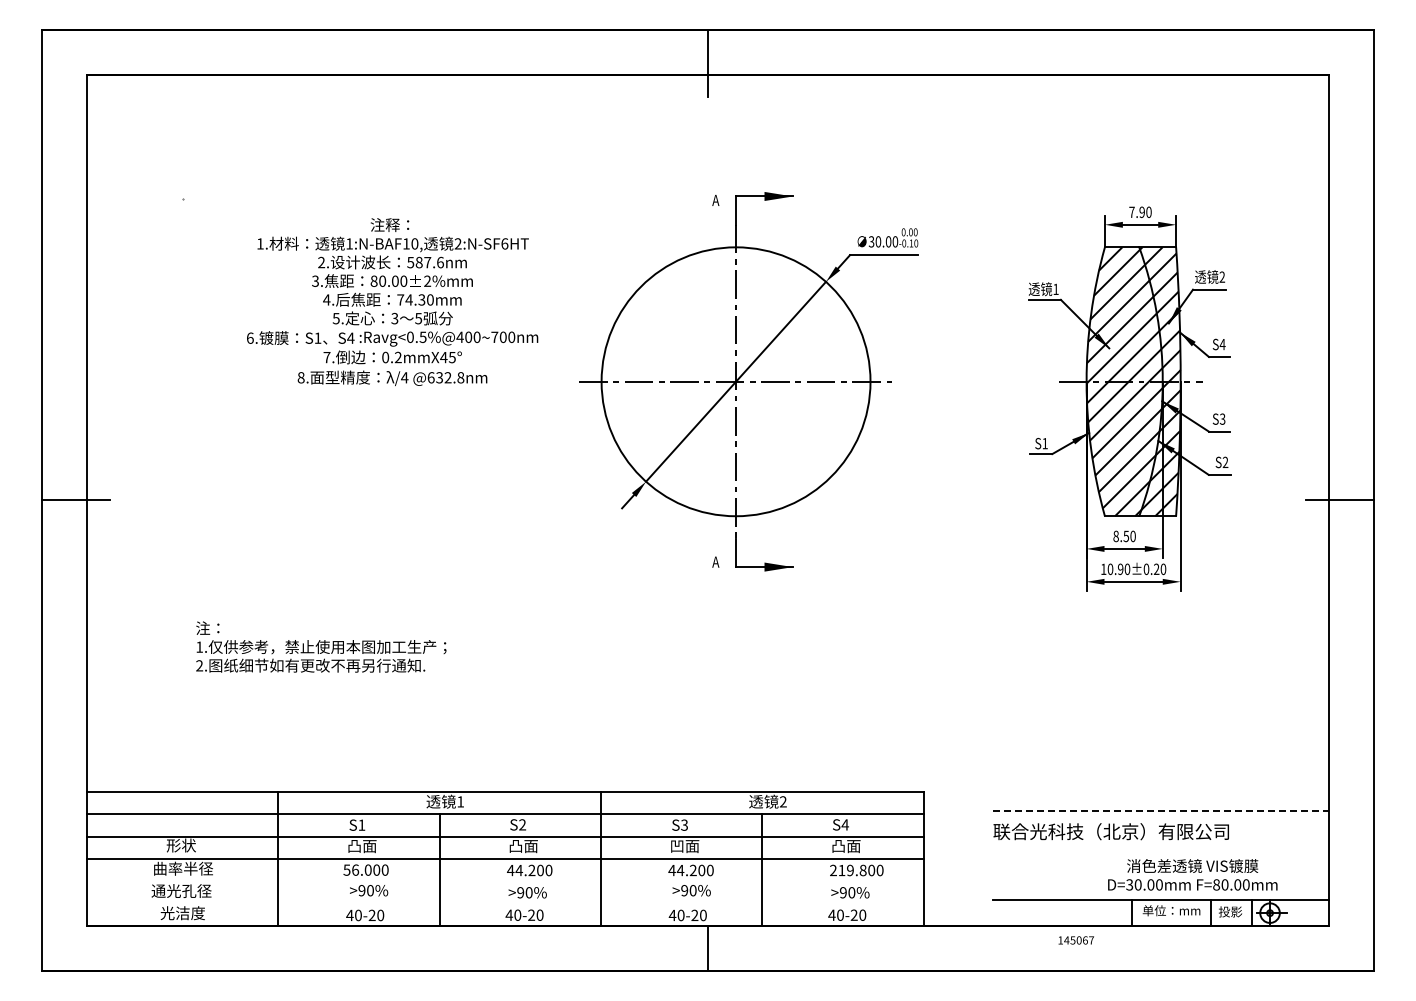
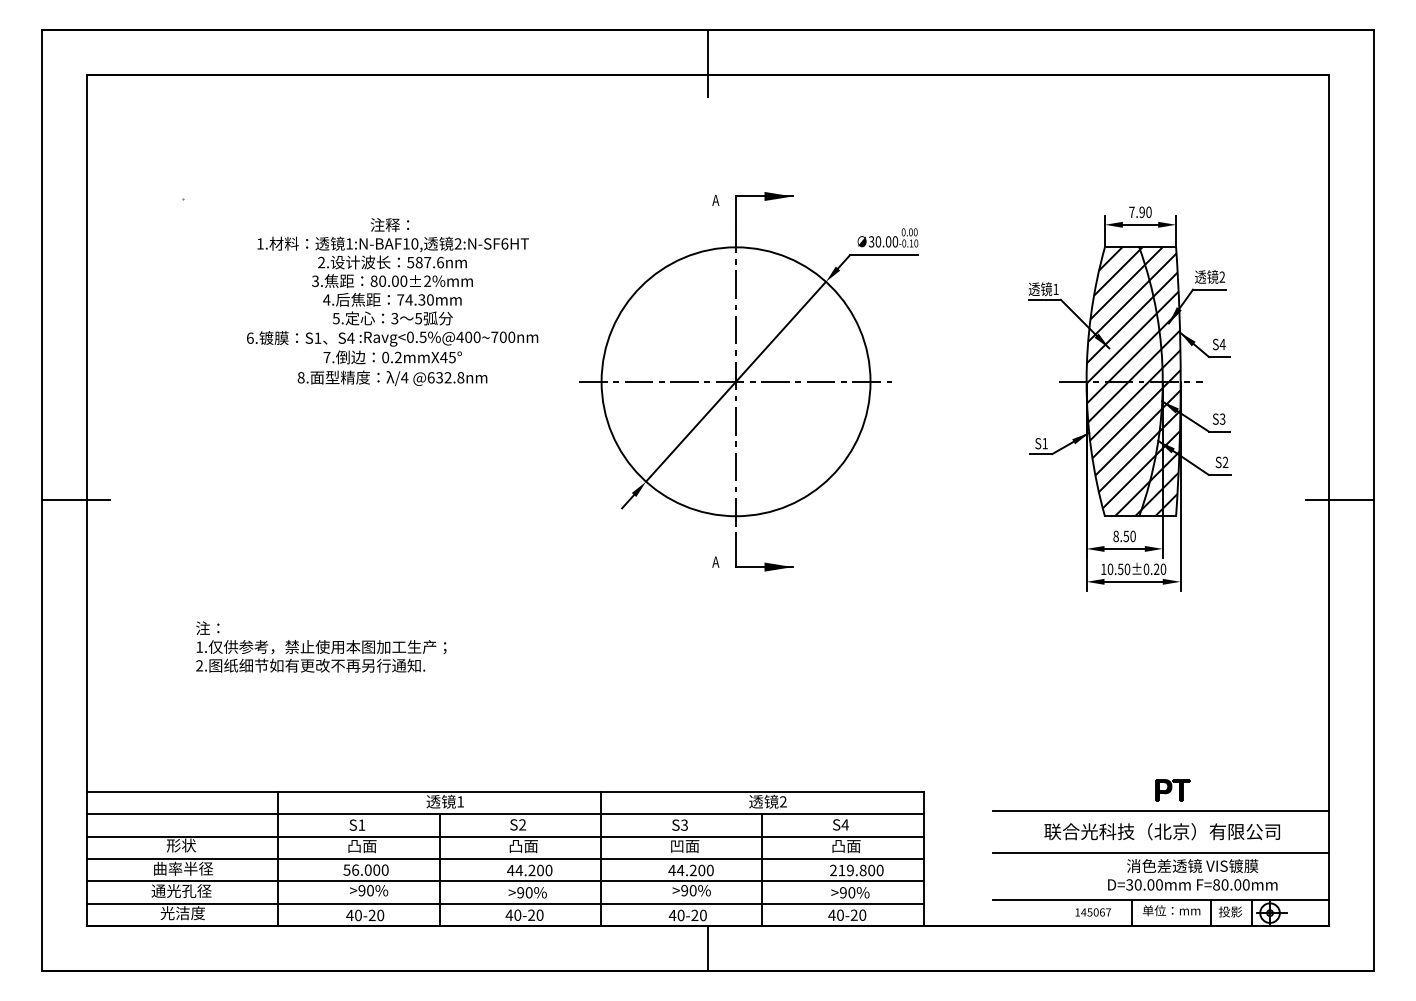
text at (1120, 568): 10.90±0.20 -> 10.50±0.20
part at (1172, 790): none -> present
line at (1161, 811): dashed -> solid
text at (1110, 831) position: (1110, 831) -> (1161, 831)
line at (1160, 853): none -> present
line at (505, 881): none -> present
line at (505, 903): none -> present
text at (1075, 940) position: (1075, 940) -> (1092, 912)
